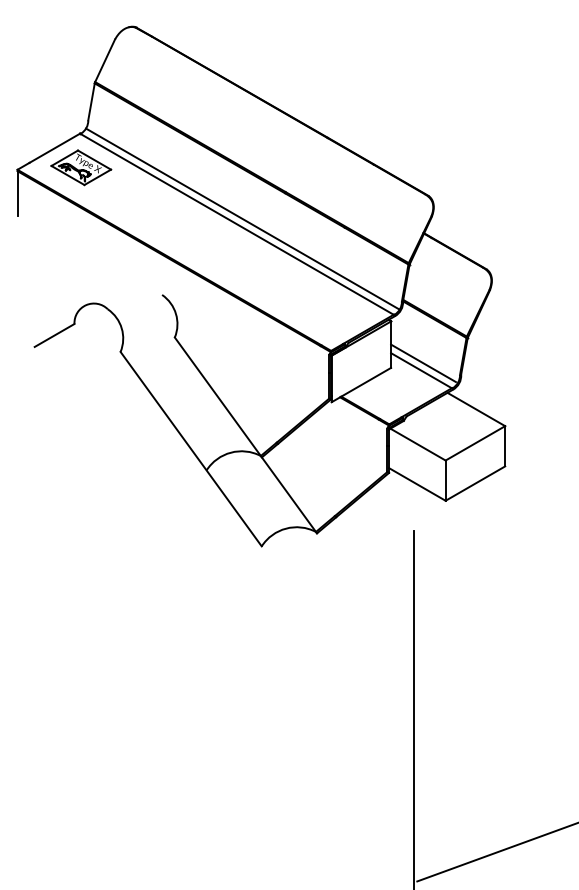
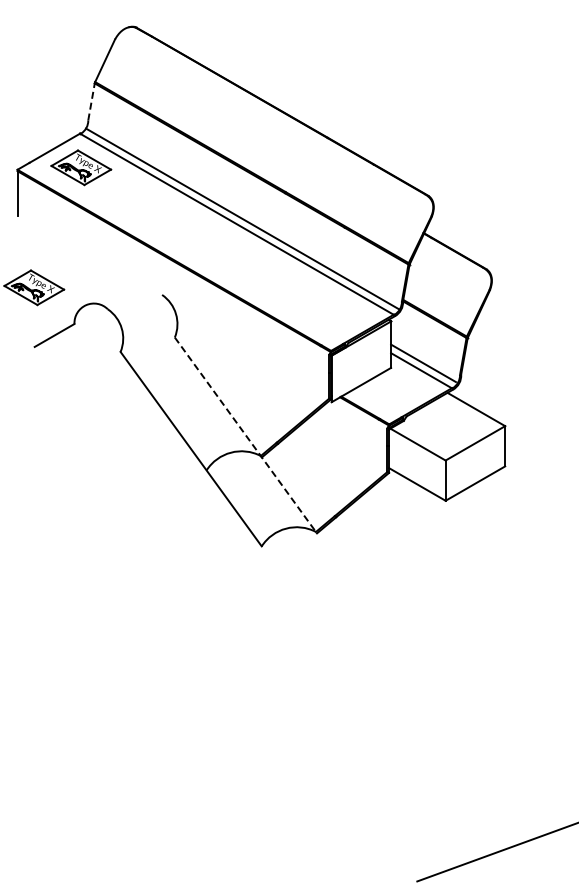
line at (91, 101): solid -> dashed
part at (34, 287): none -> present
line at (246, 435): solid -> dashed
line at (414, 708): present -> none
